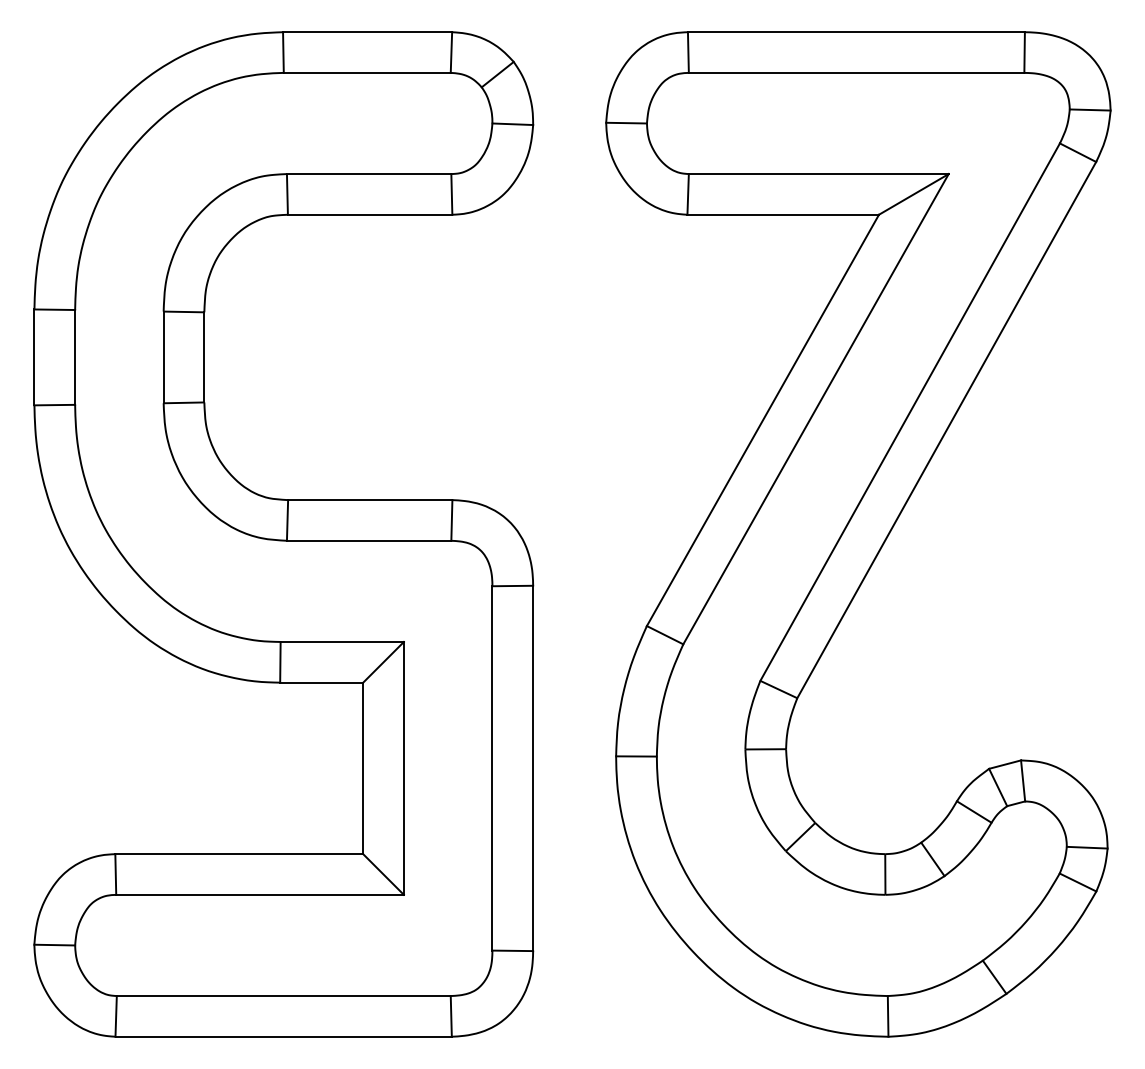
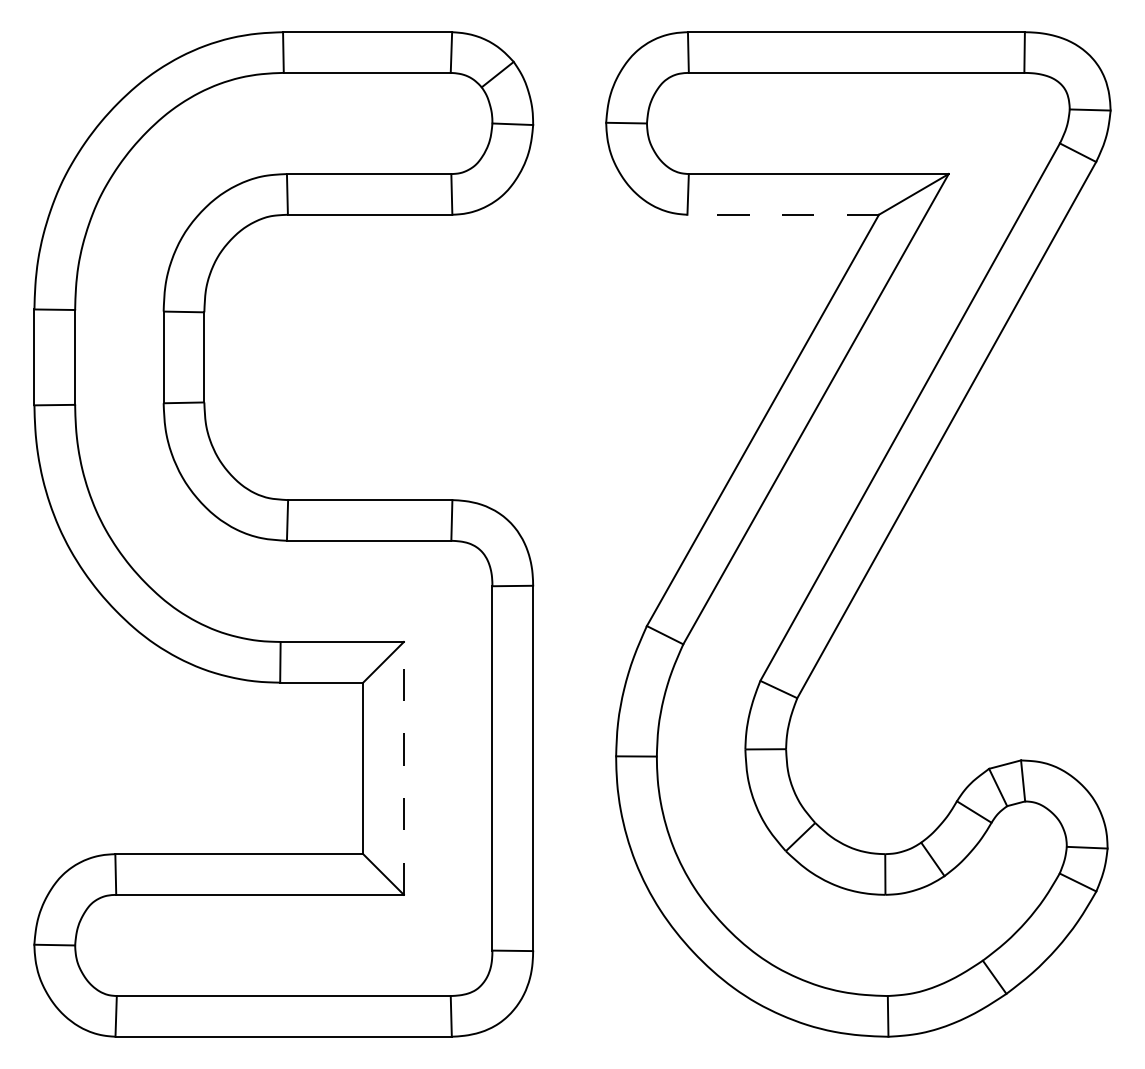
line at (783, 214): solid -> dashed
line at (403, 767): solid -> dashed
